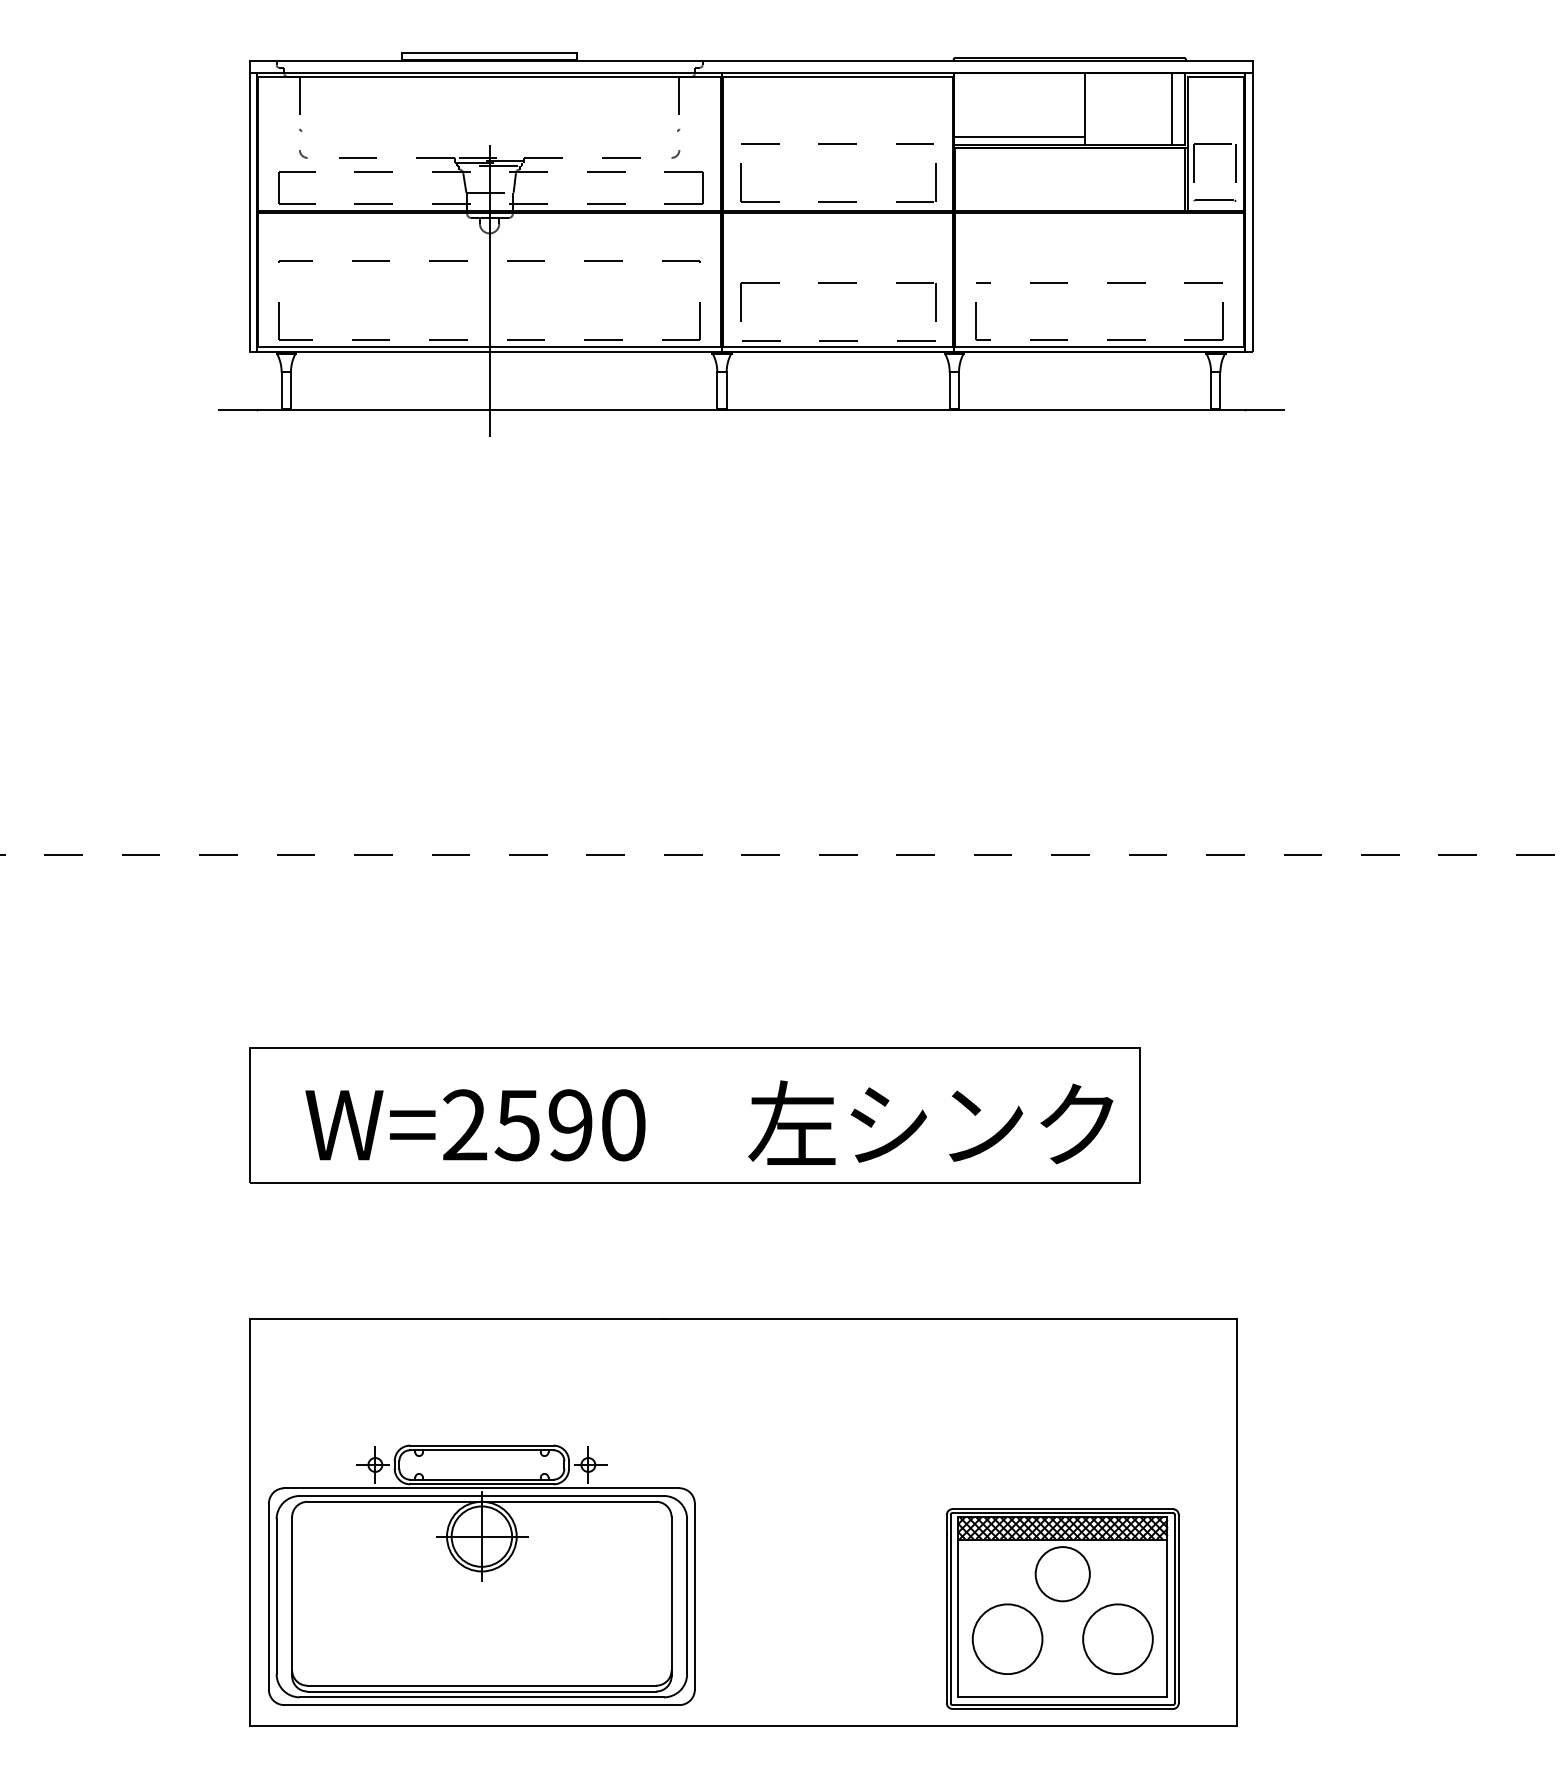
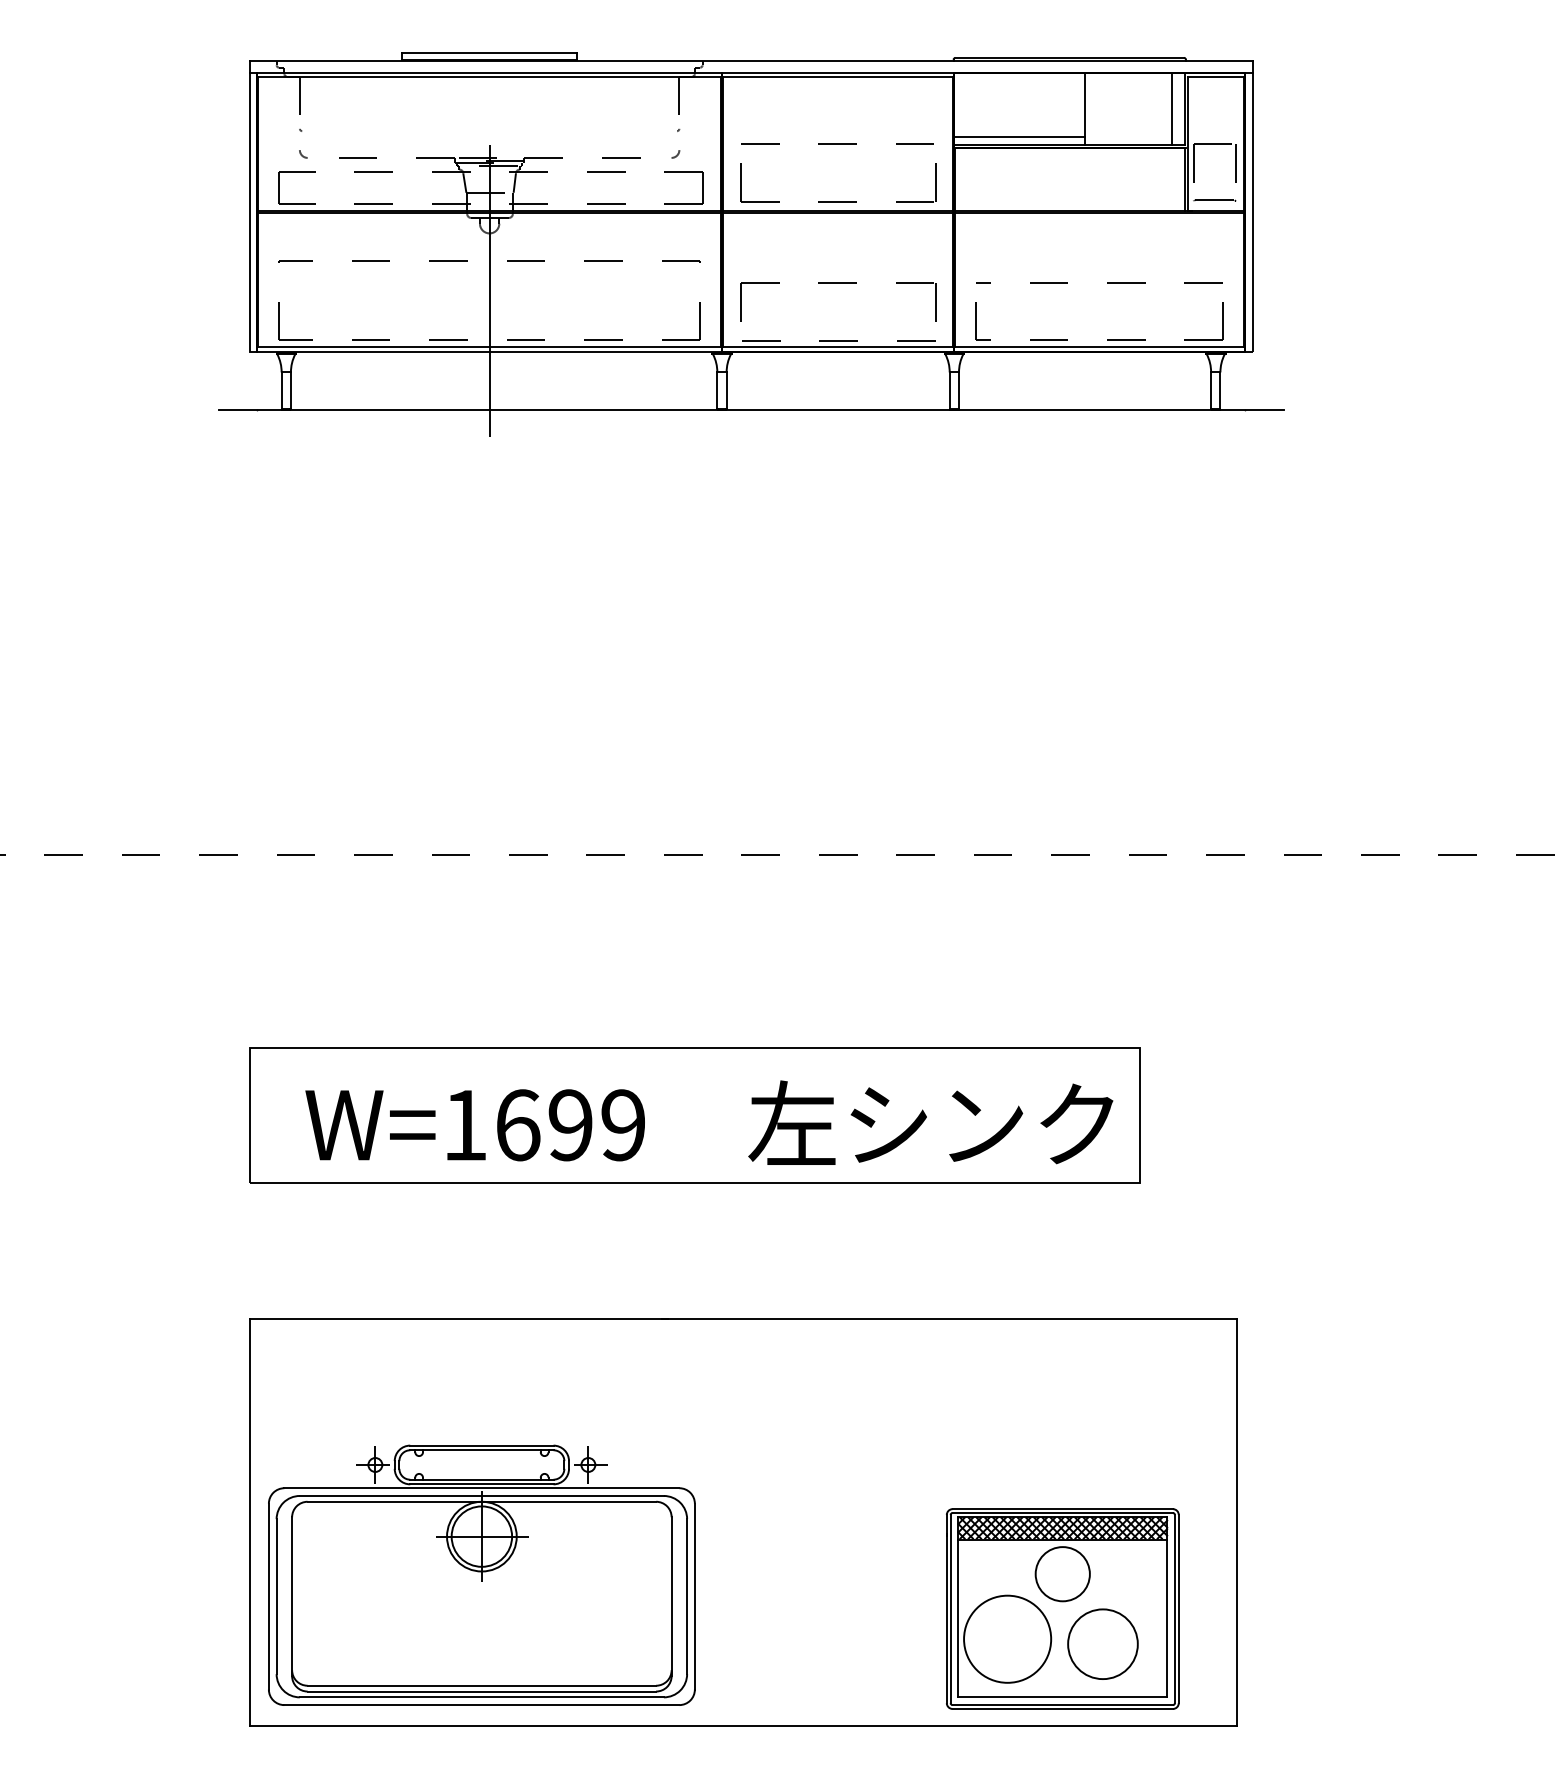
text at (544, 1125): W=2590 -> W=1699
circle at (1117, 1638) position: (1117, 1638) -> (1102, 1643)
circle at (1007, 1639) diameter: 70 px -> 87 px
